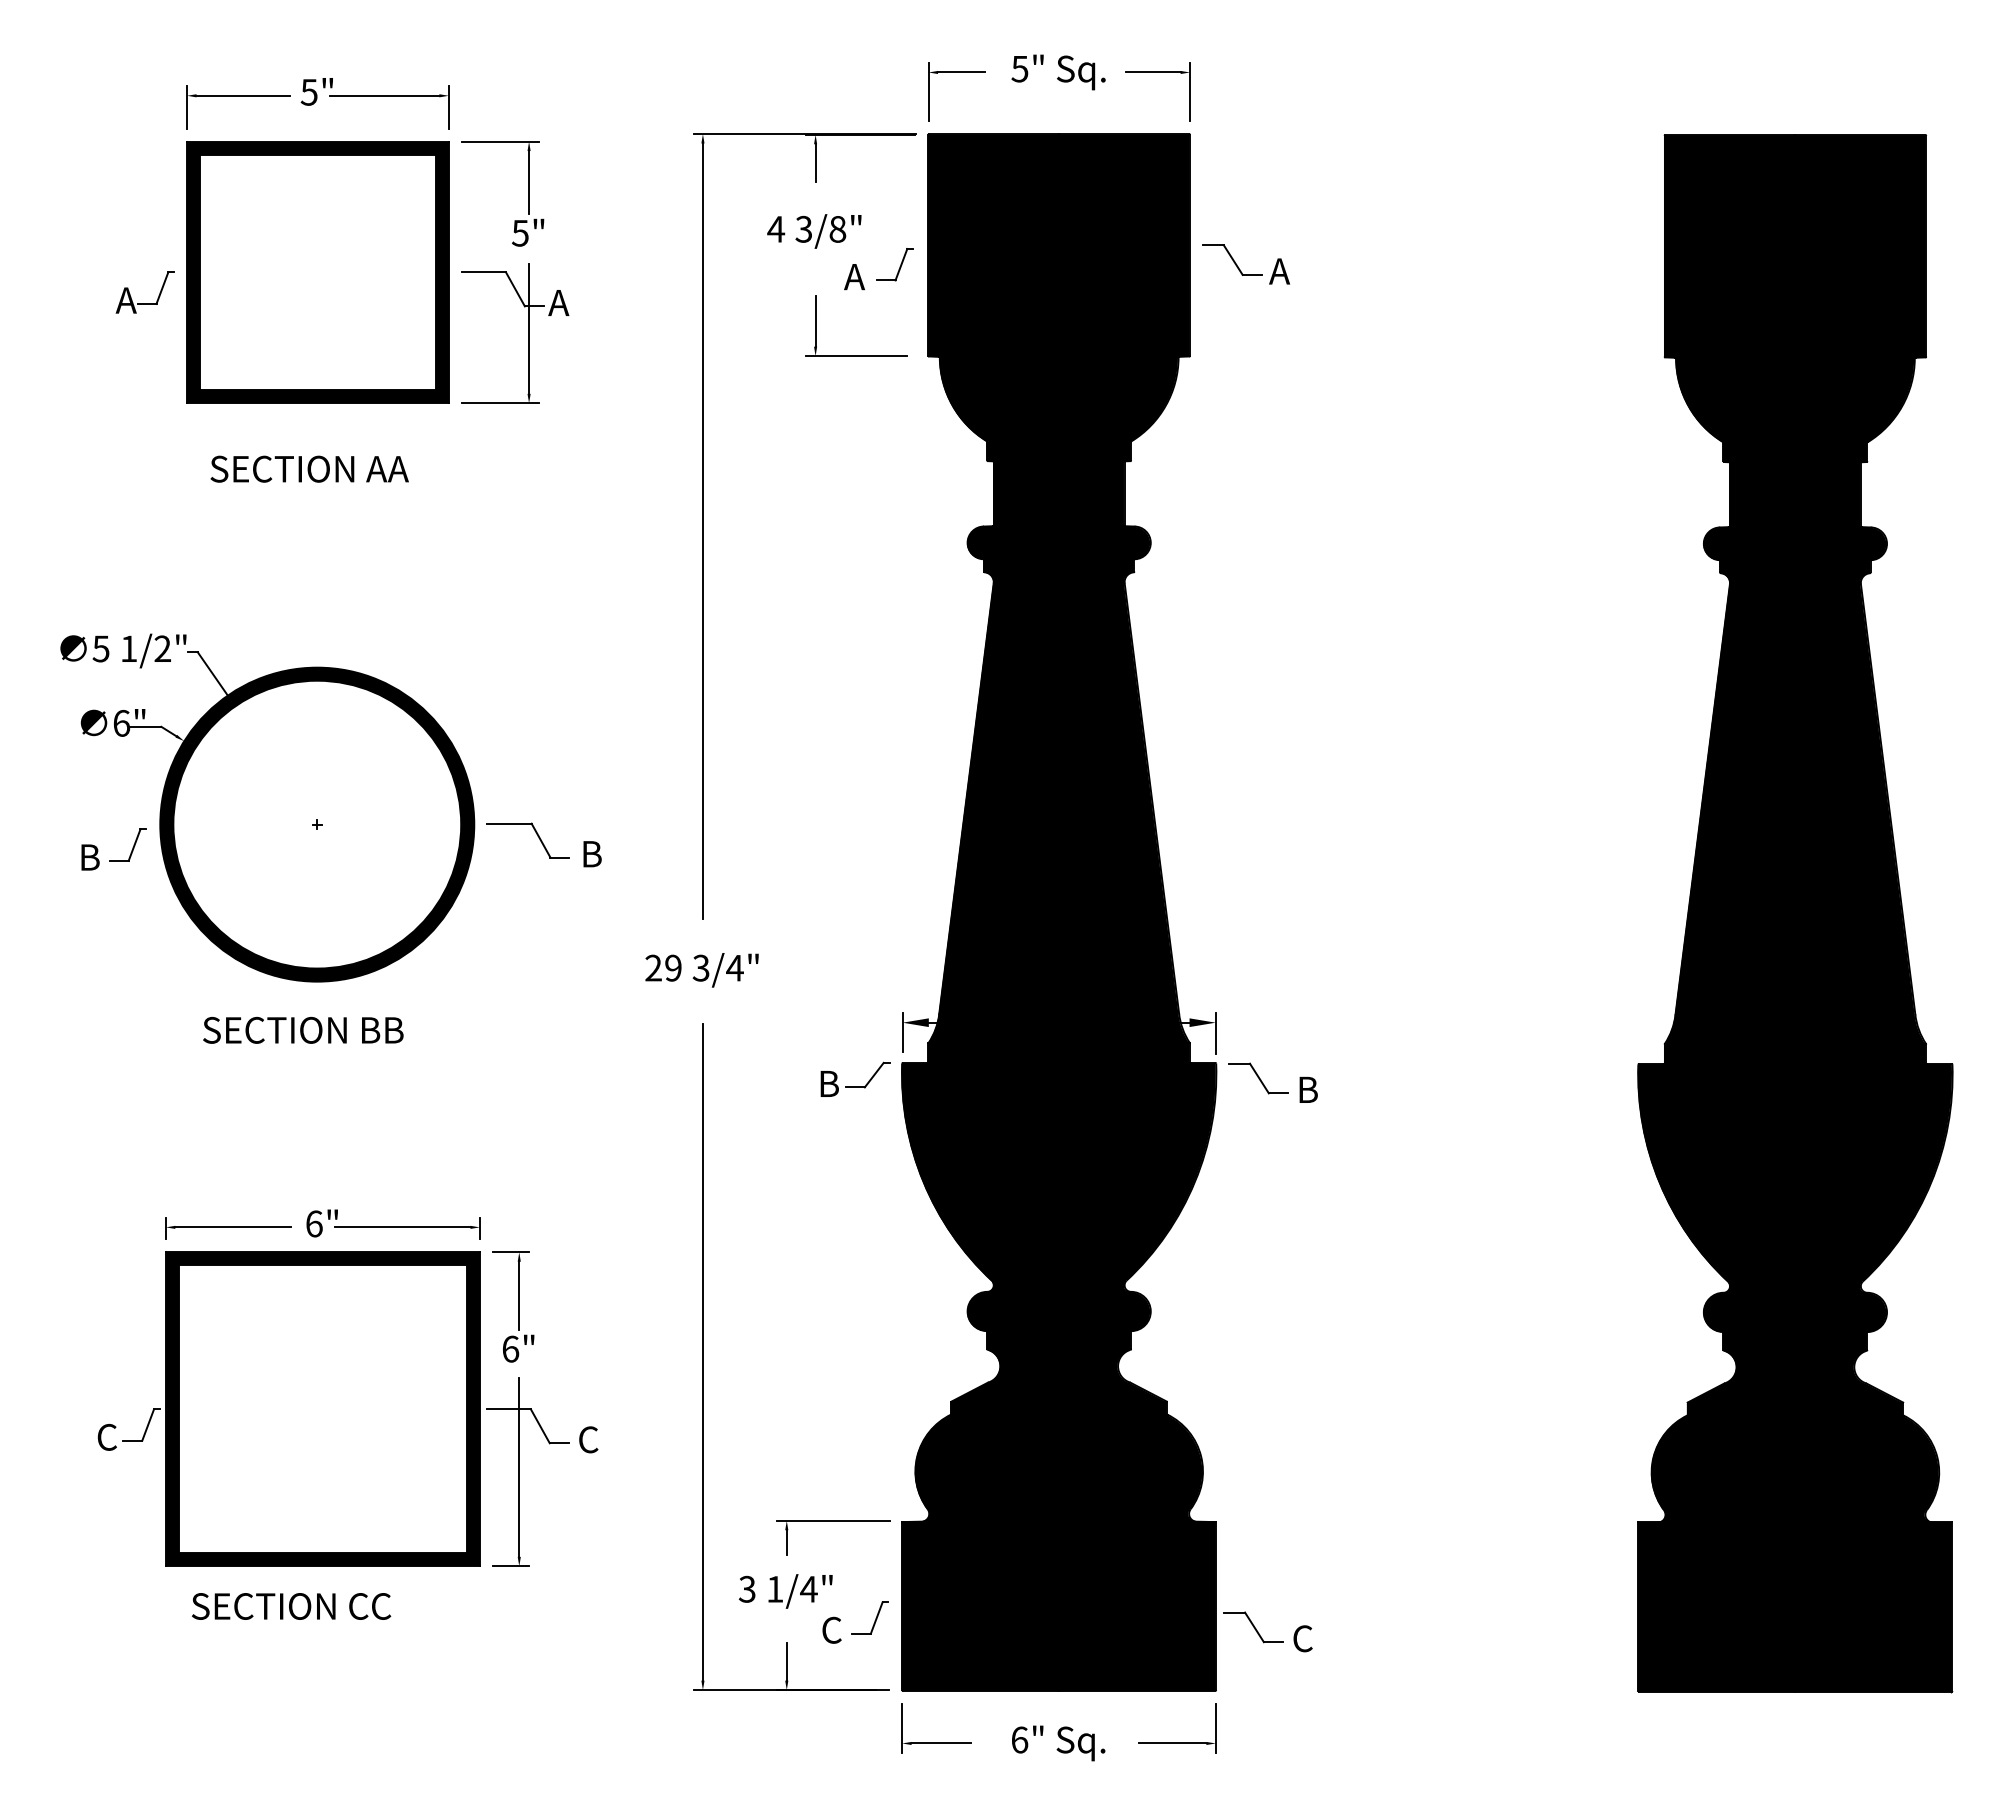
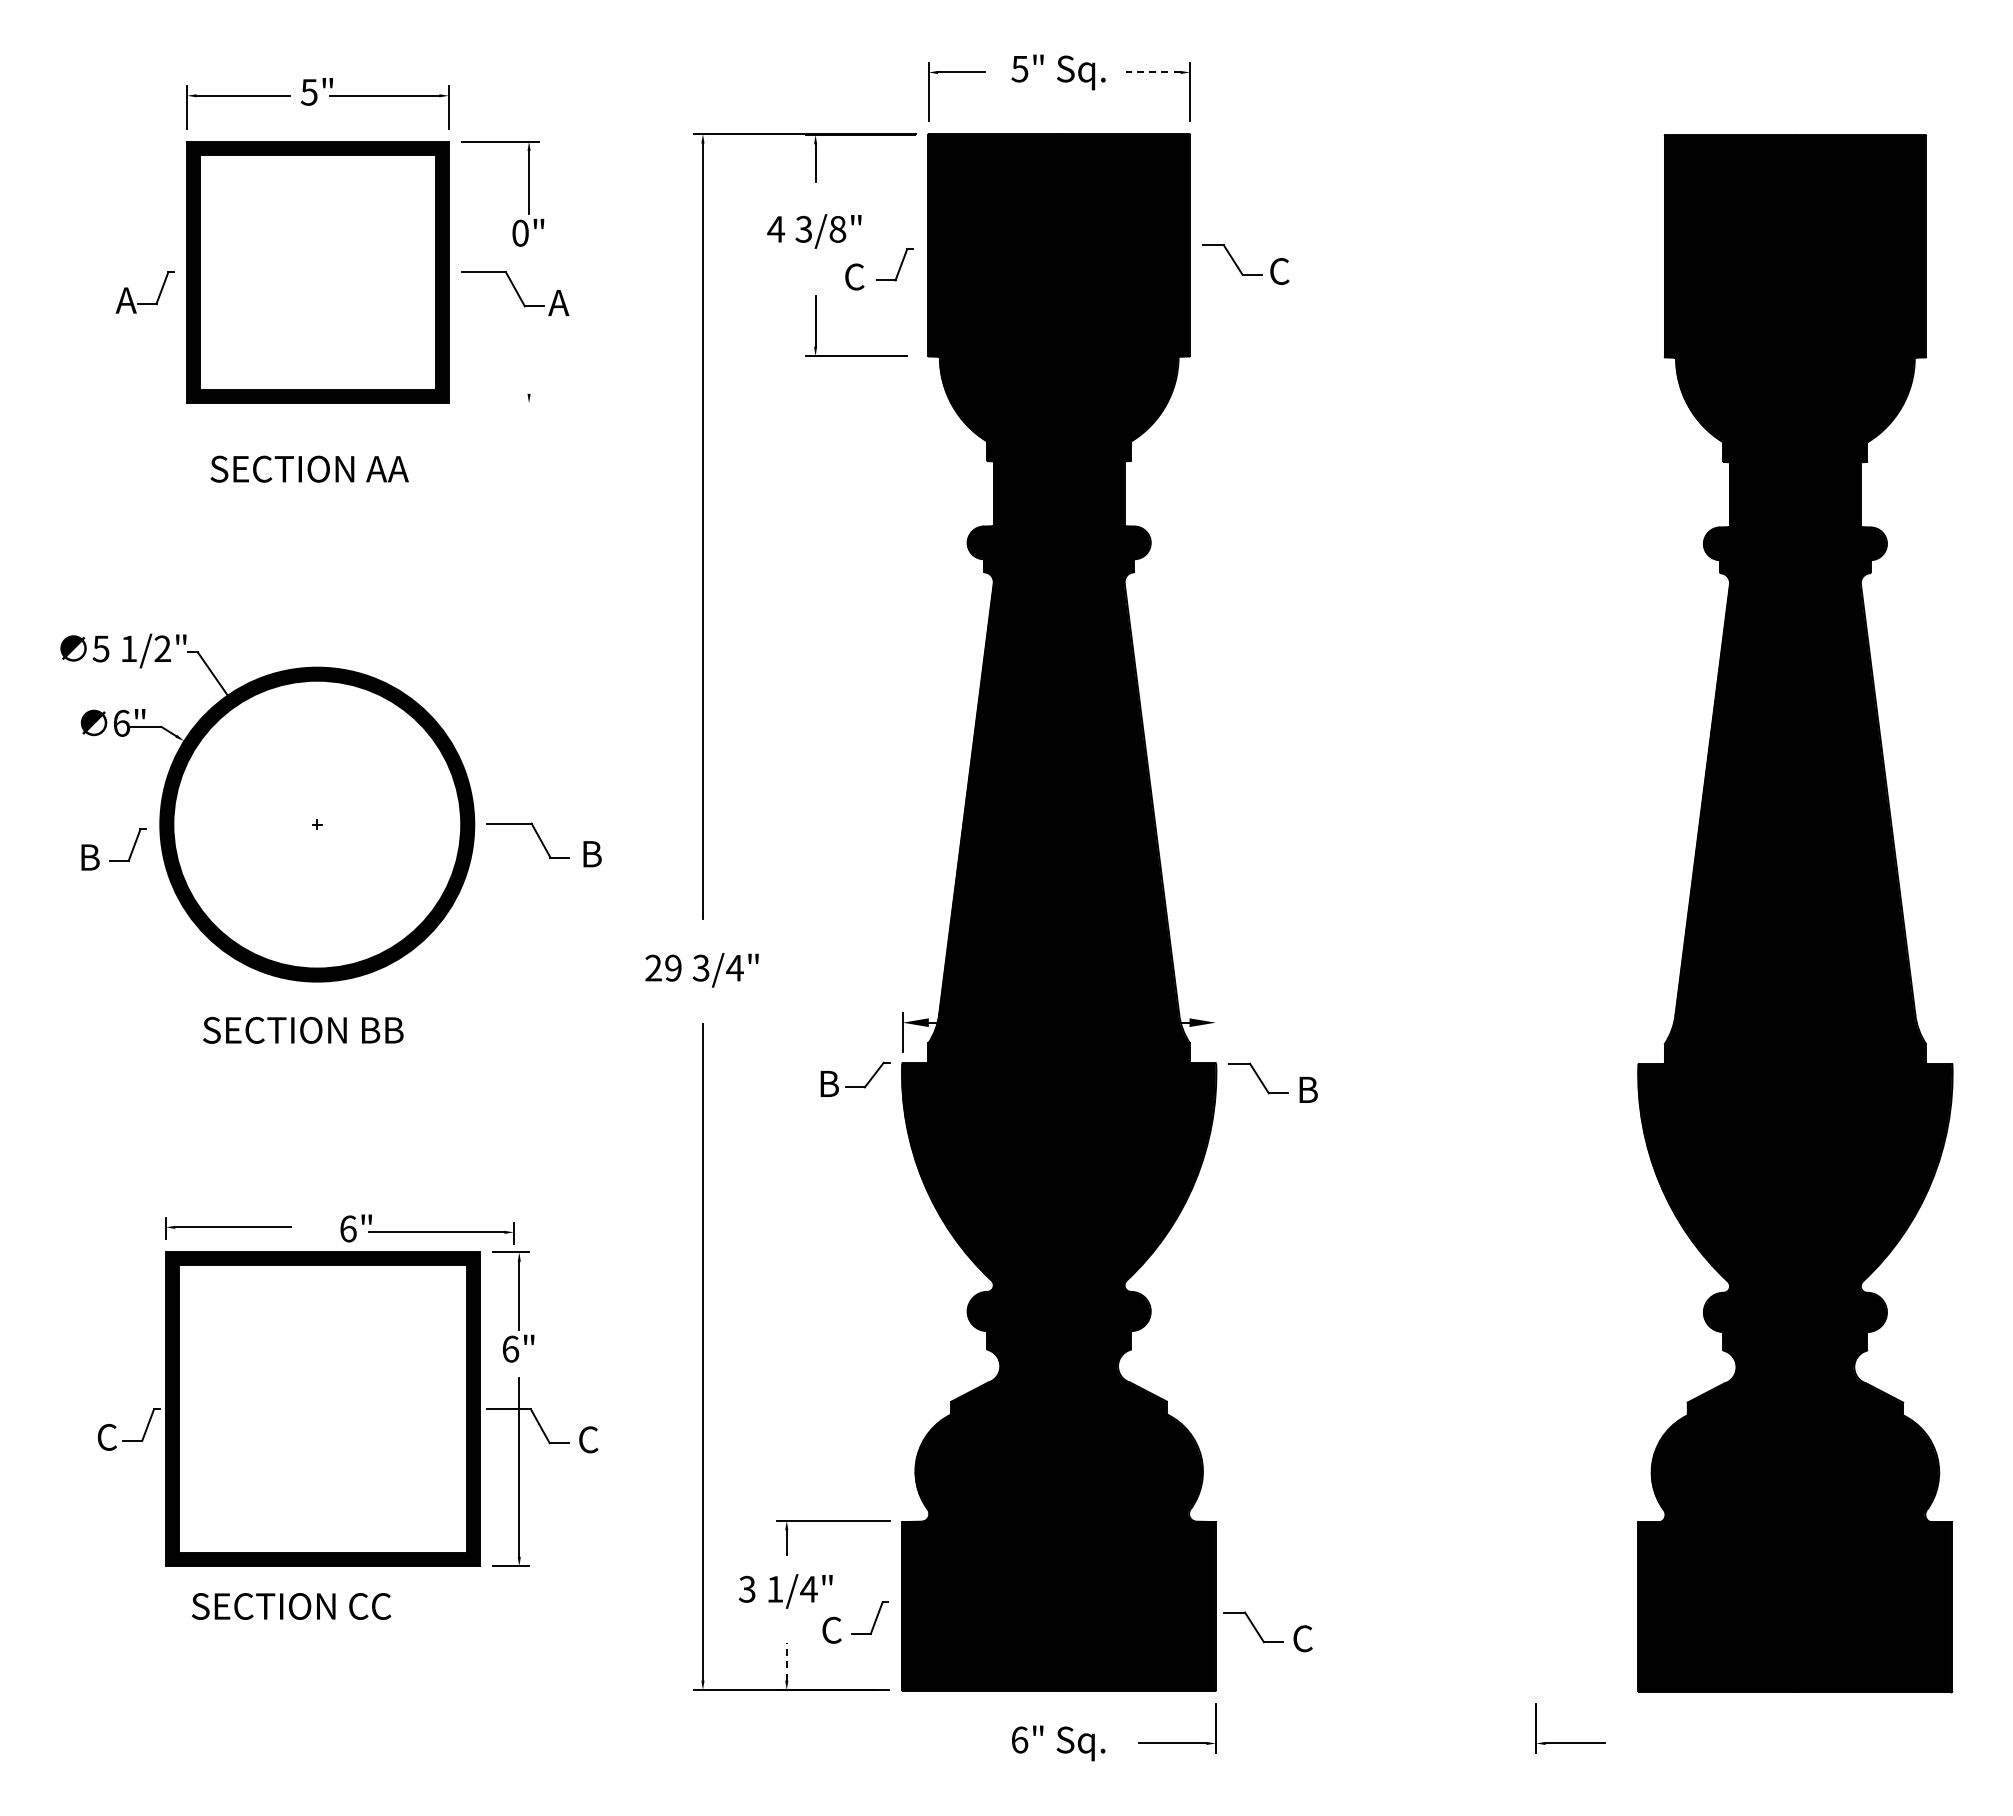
line at (1152, 72): solid -> dashed
text at (519, 232): 5" -> 0"
text at (1279, 271): A -> C
text at (854, 276): A -> C
line at (529, 328): present -> none
line at (499, 403): present -> none
line at (1215, 1033): present -> none
part at (393, 1224) position: (393, 1224) -> (427, 1229)
line at (786, 1661): solid -> dashed
part at (936, 1742) position: (936, 1742) -> (1570, 1742)
